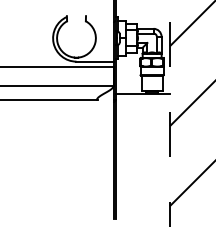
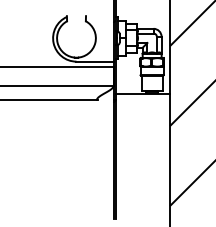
line at (170, 113): dashed -> solid
